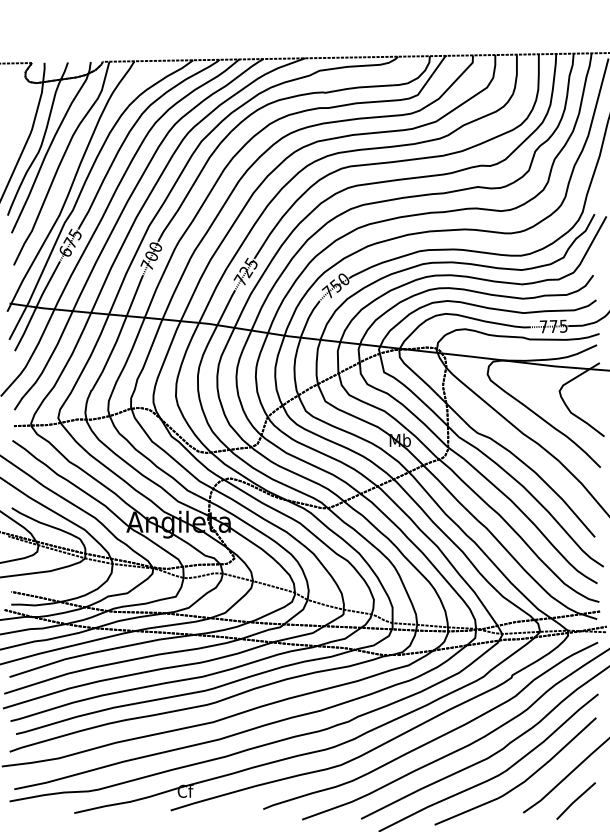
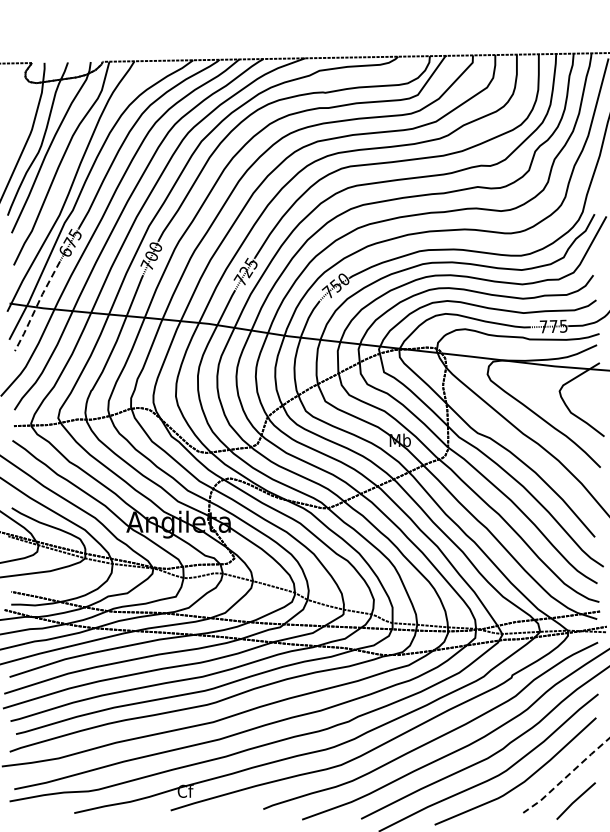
line at (37, 306): solid -> dashed
line at (567, 776): solid -> dashed
